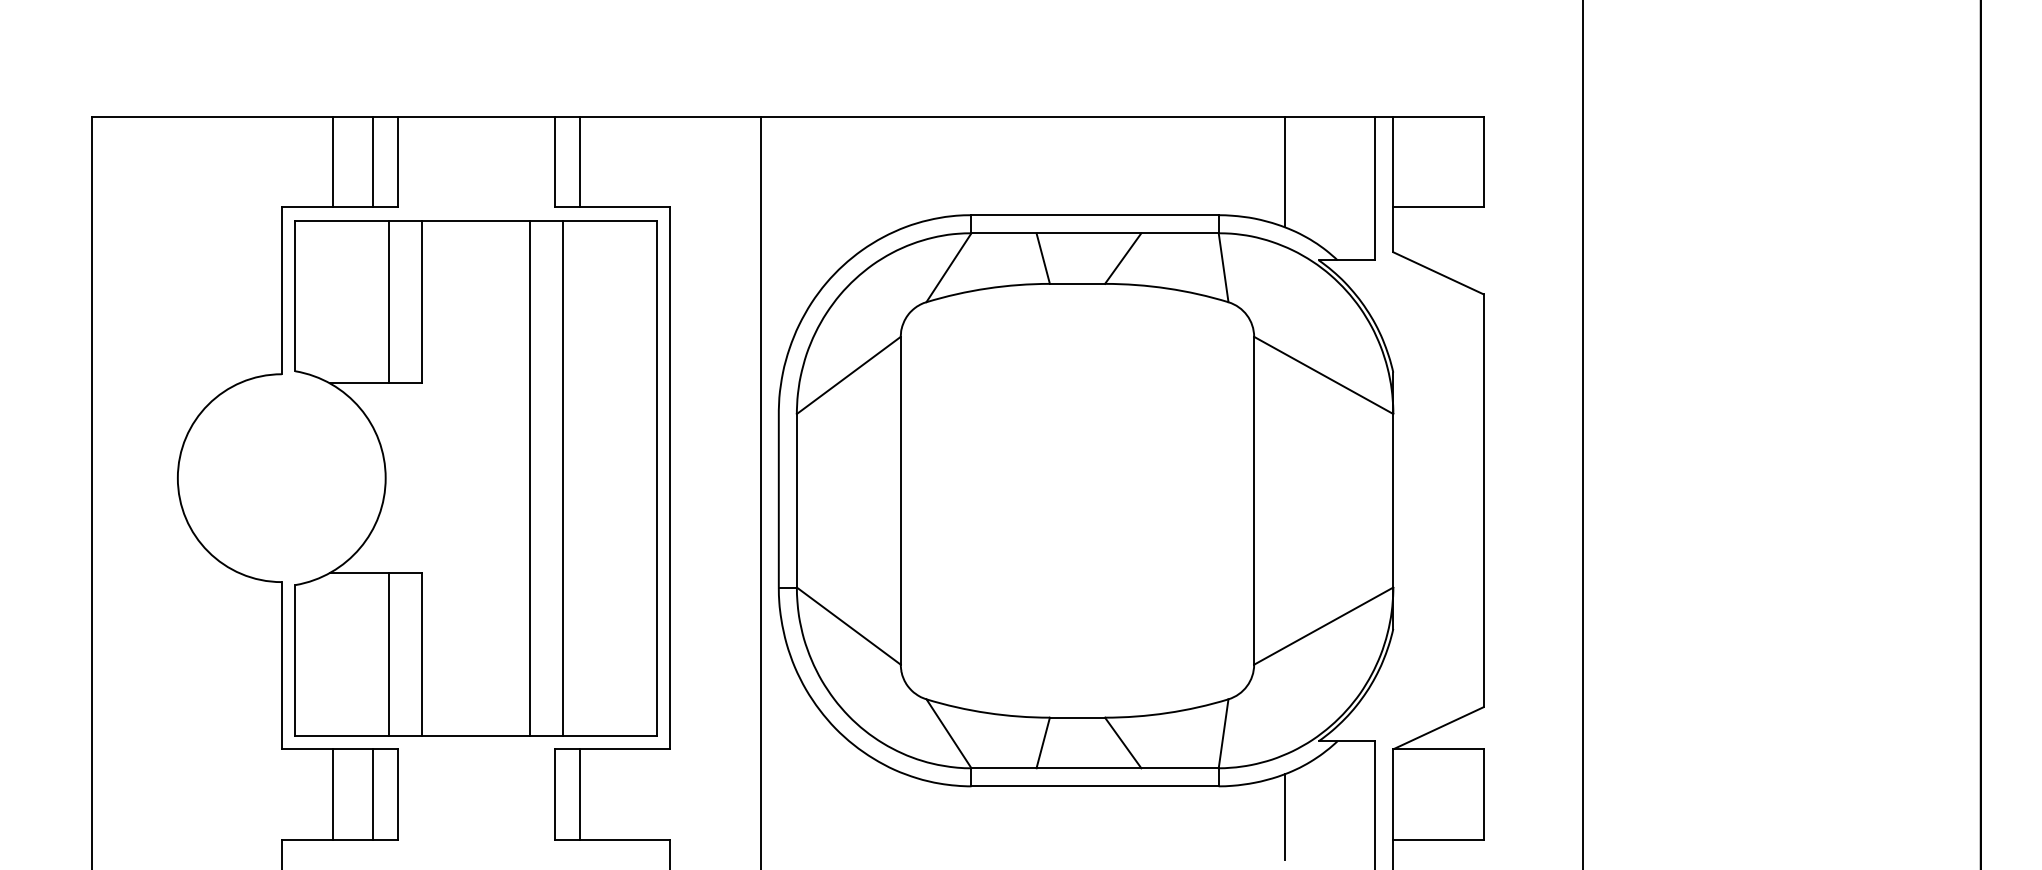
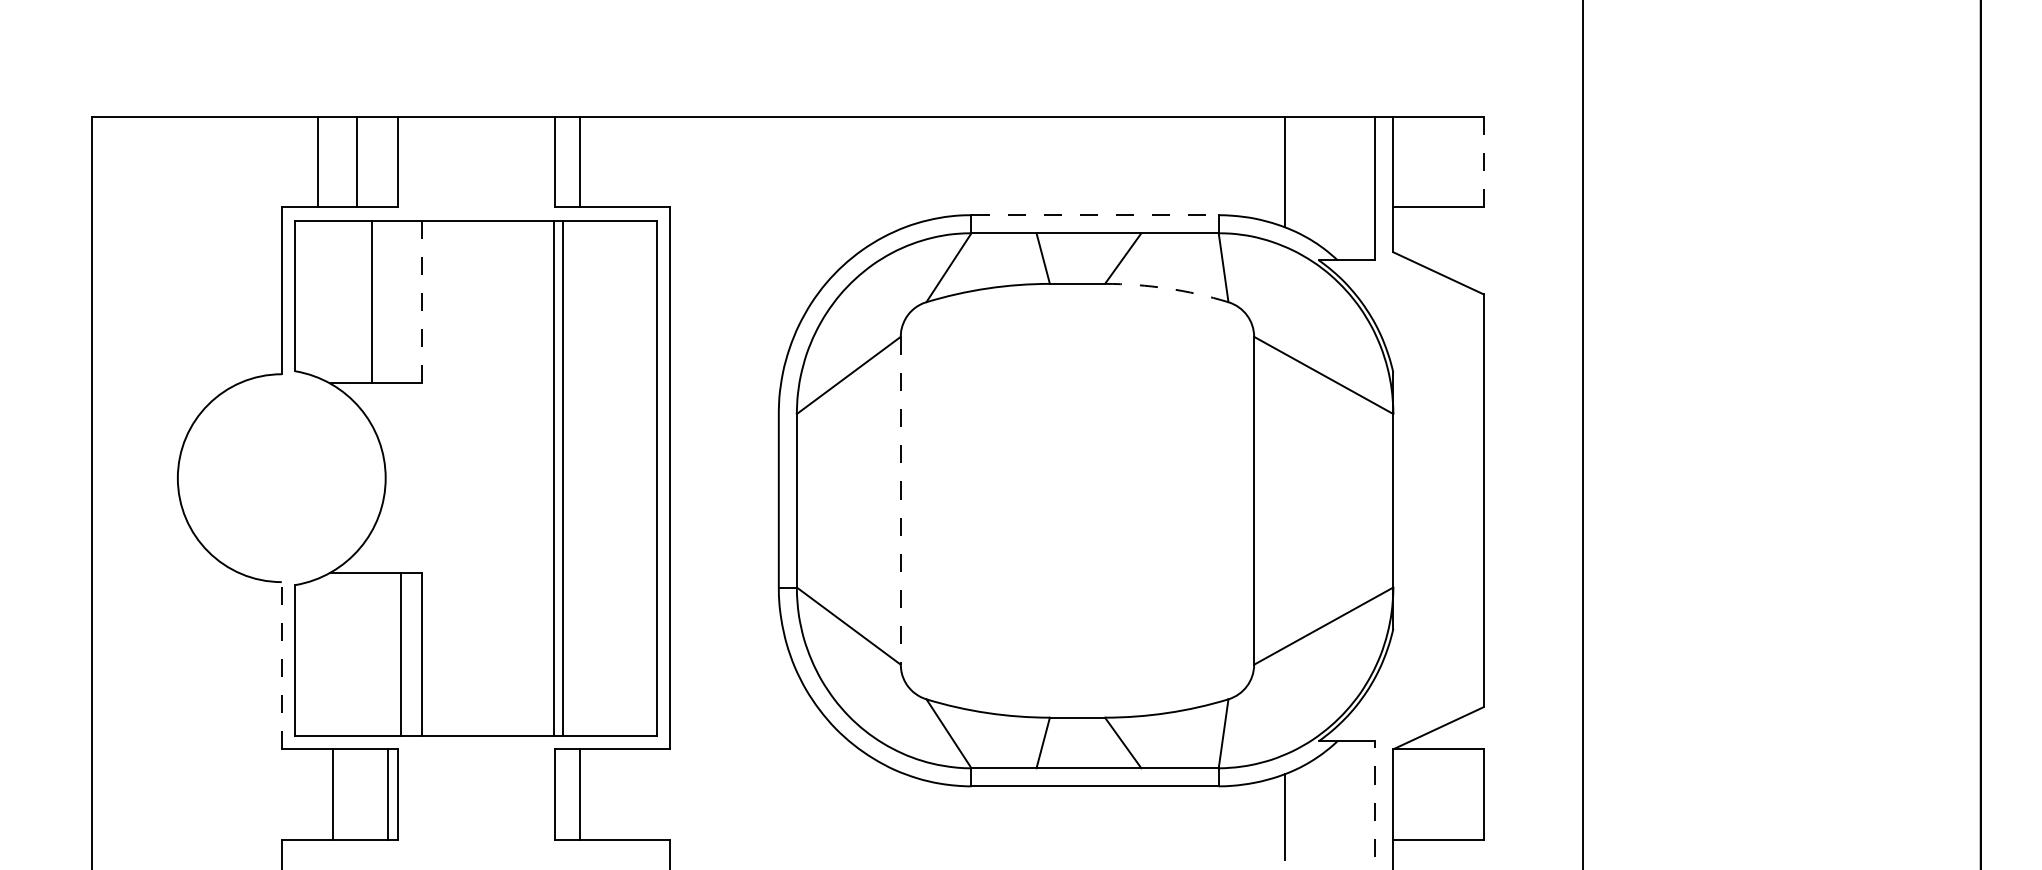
line at (333, 161) position: (333, 161) -> (318, 161)
line at (373, 161) position: (373, 161) -> (357, 161)
line at (1483, 162): solid -> dashed
line at (1095, 215): solid -> dashed
arc at (1167, 288): solid -> dashed
line at (388, 301) position: (388, 301) -> (371, 301)
line at (421, 302): solid -> dashed
line at (530, 477) position: (530, 477) -> (554, 477)
line at (760, 491): present -> none
line at (900, 500): solid -> dashed
line at (388, 654) position: (388, 654) -> (400, 654)
line at (281, 665): solid -> dashed
line at (373, 794) position: (373, 794) -> (388, 794)
line at (1375, 805): solid -> dashed
